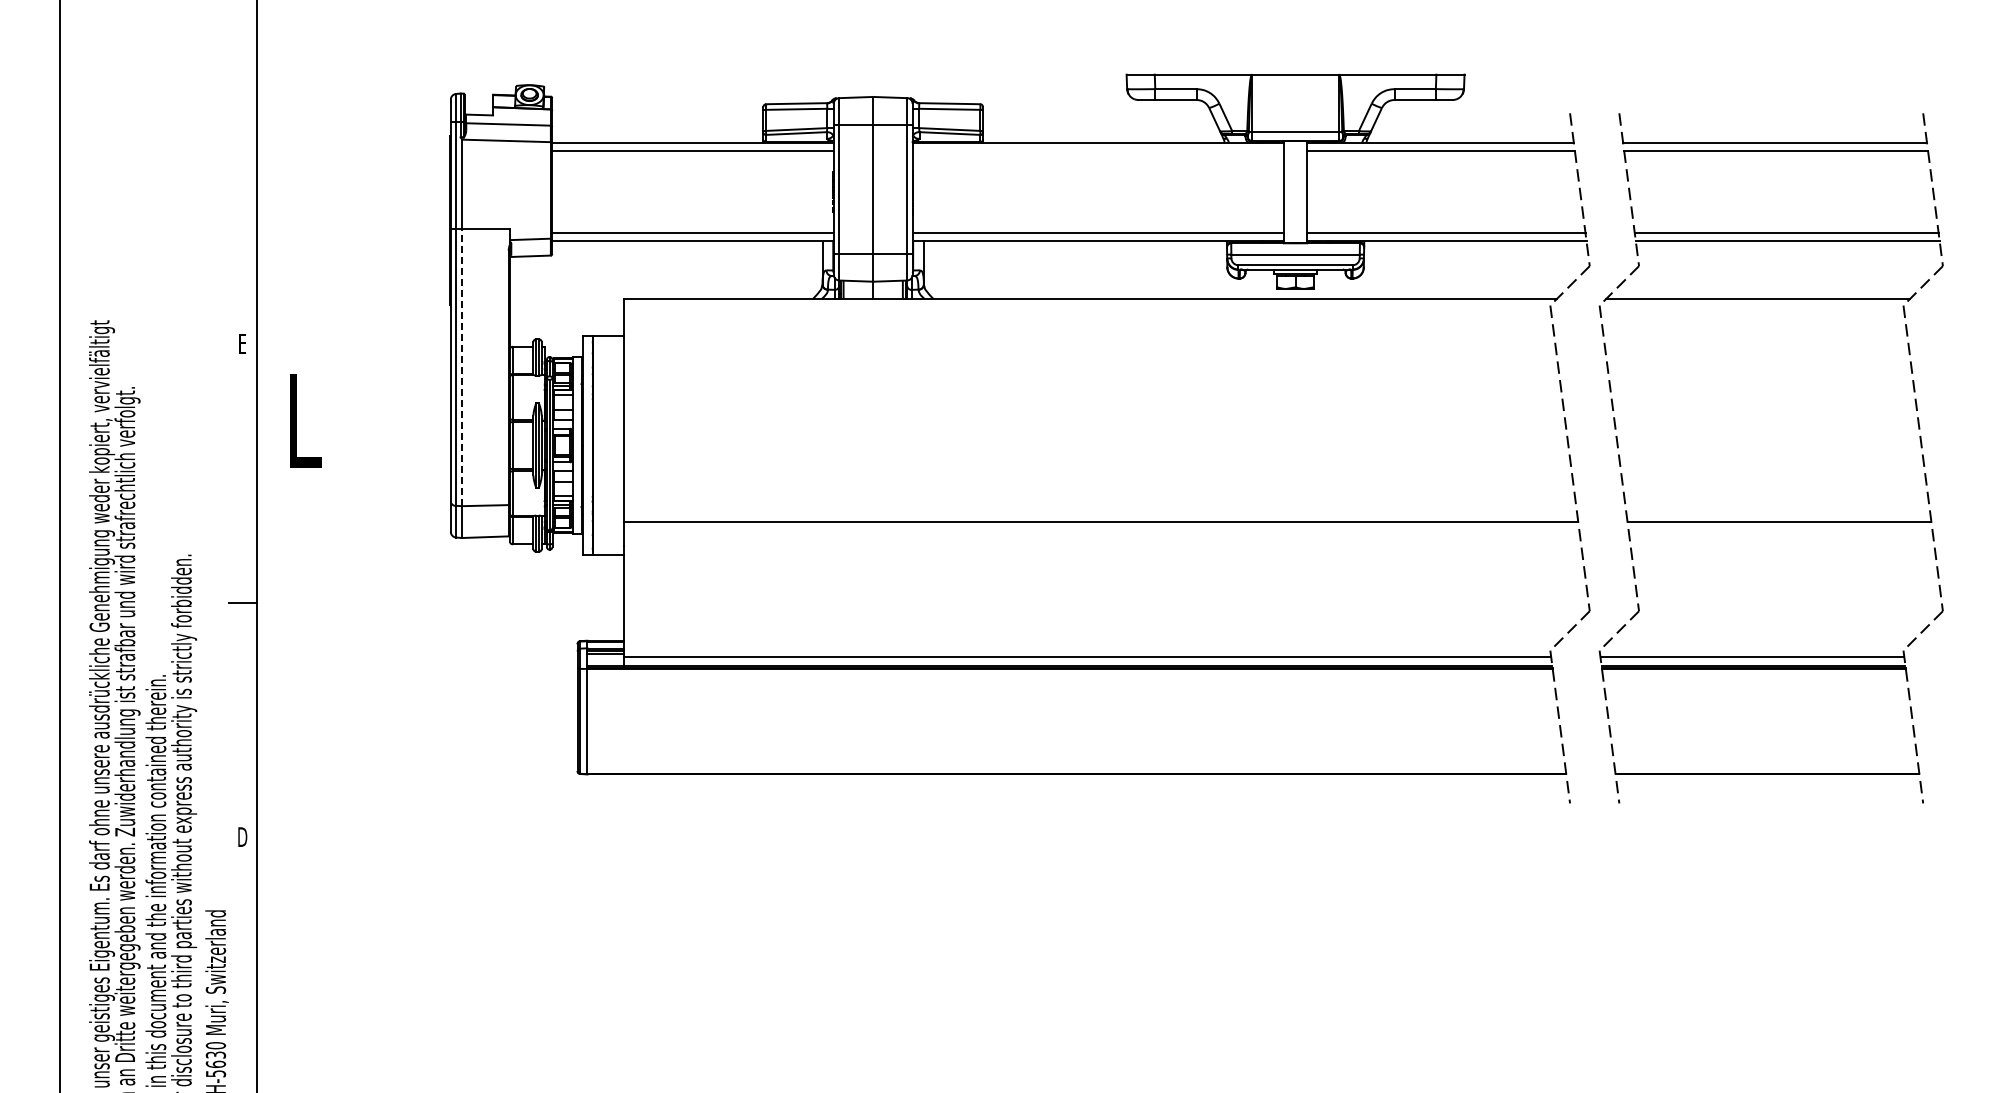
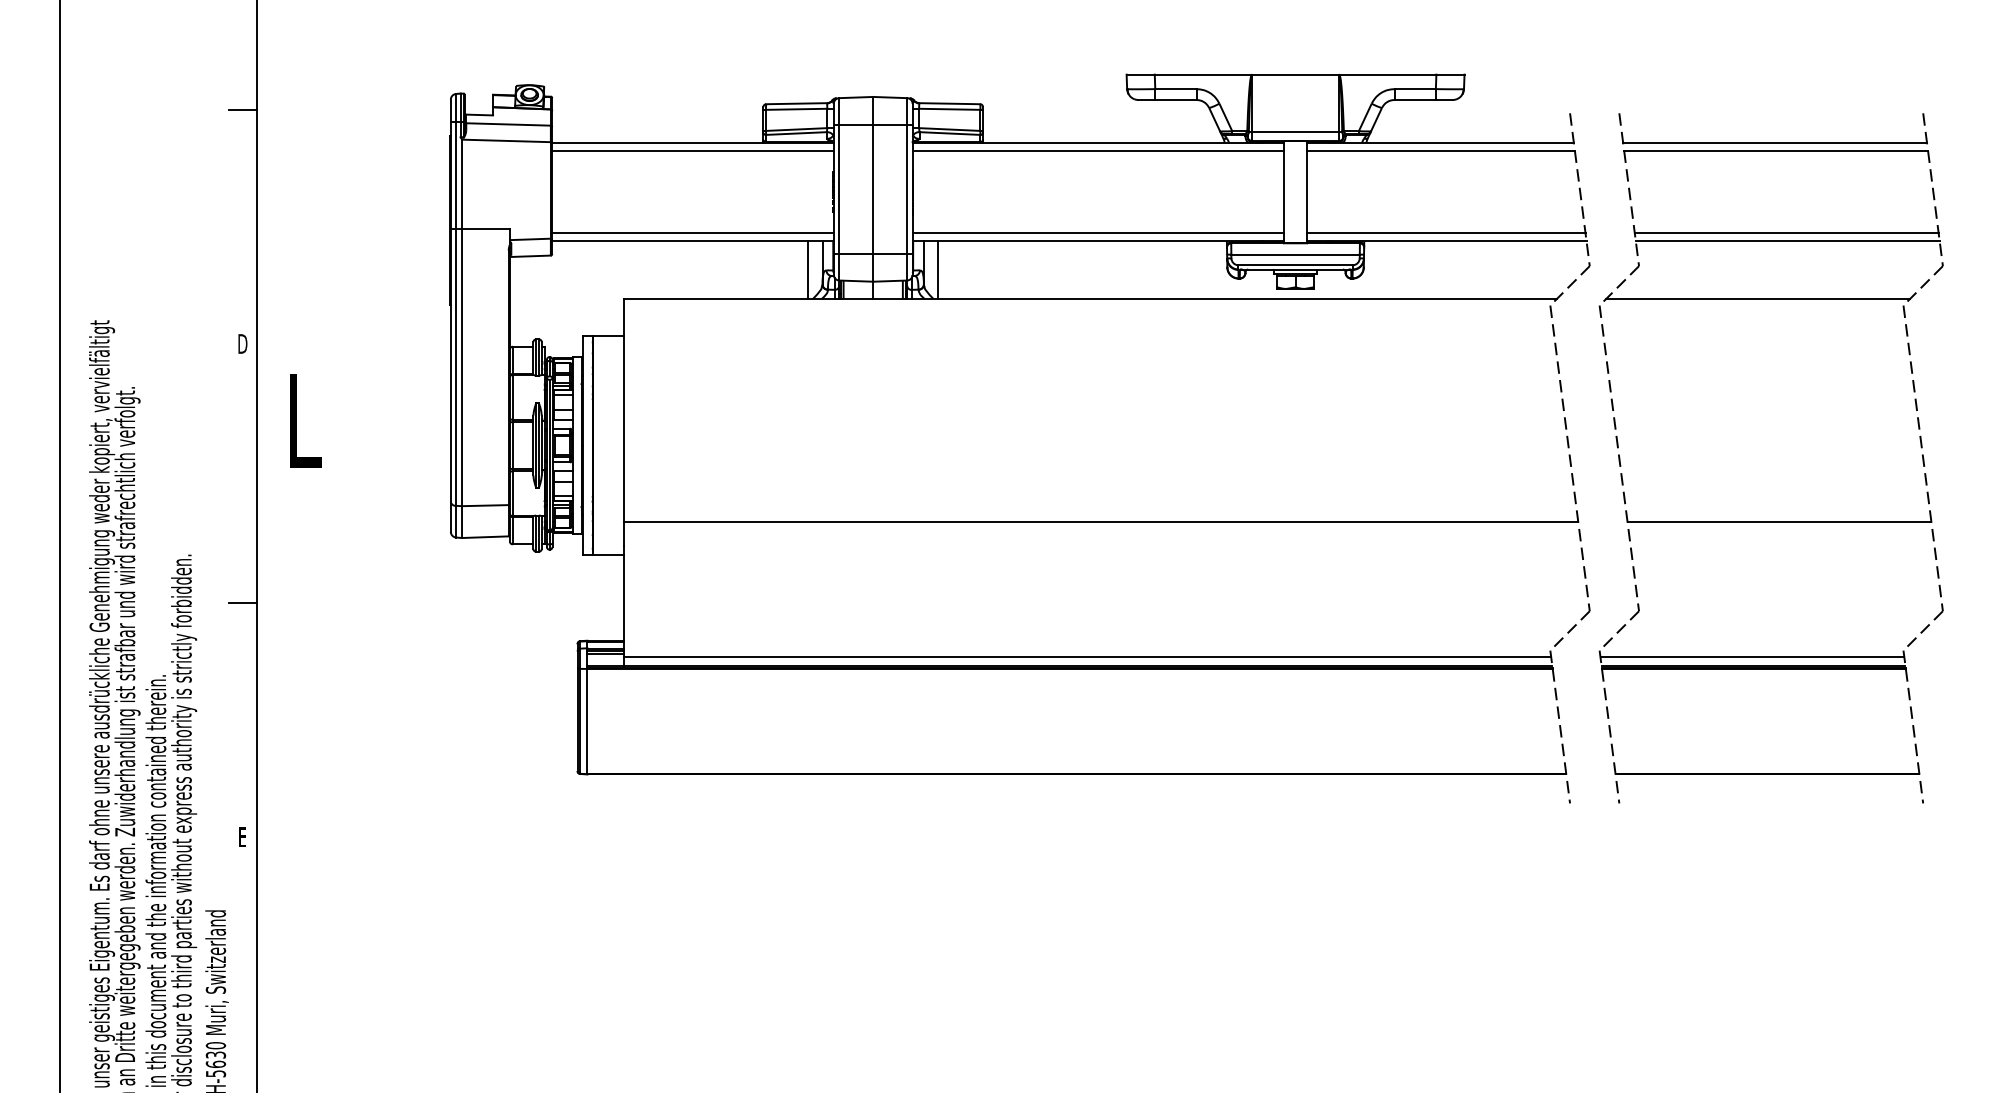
line at (242, 110): none -> present
line at (1098, 151): none -> present
line at (808, 270): none -> present
line at (937, 270): none -> present
text at (242, 343): E -> D
line at (461, 367): dashed -> solid
text at (242, 836): D -> E
